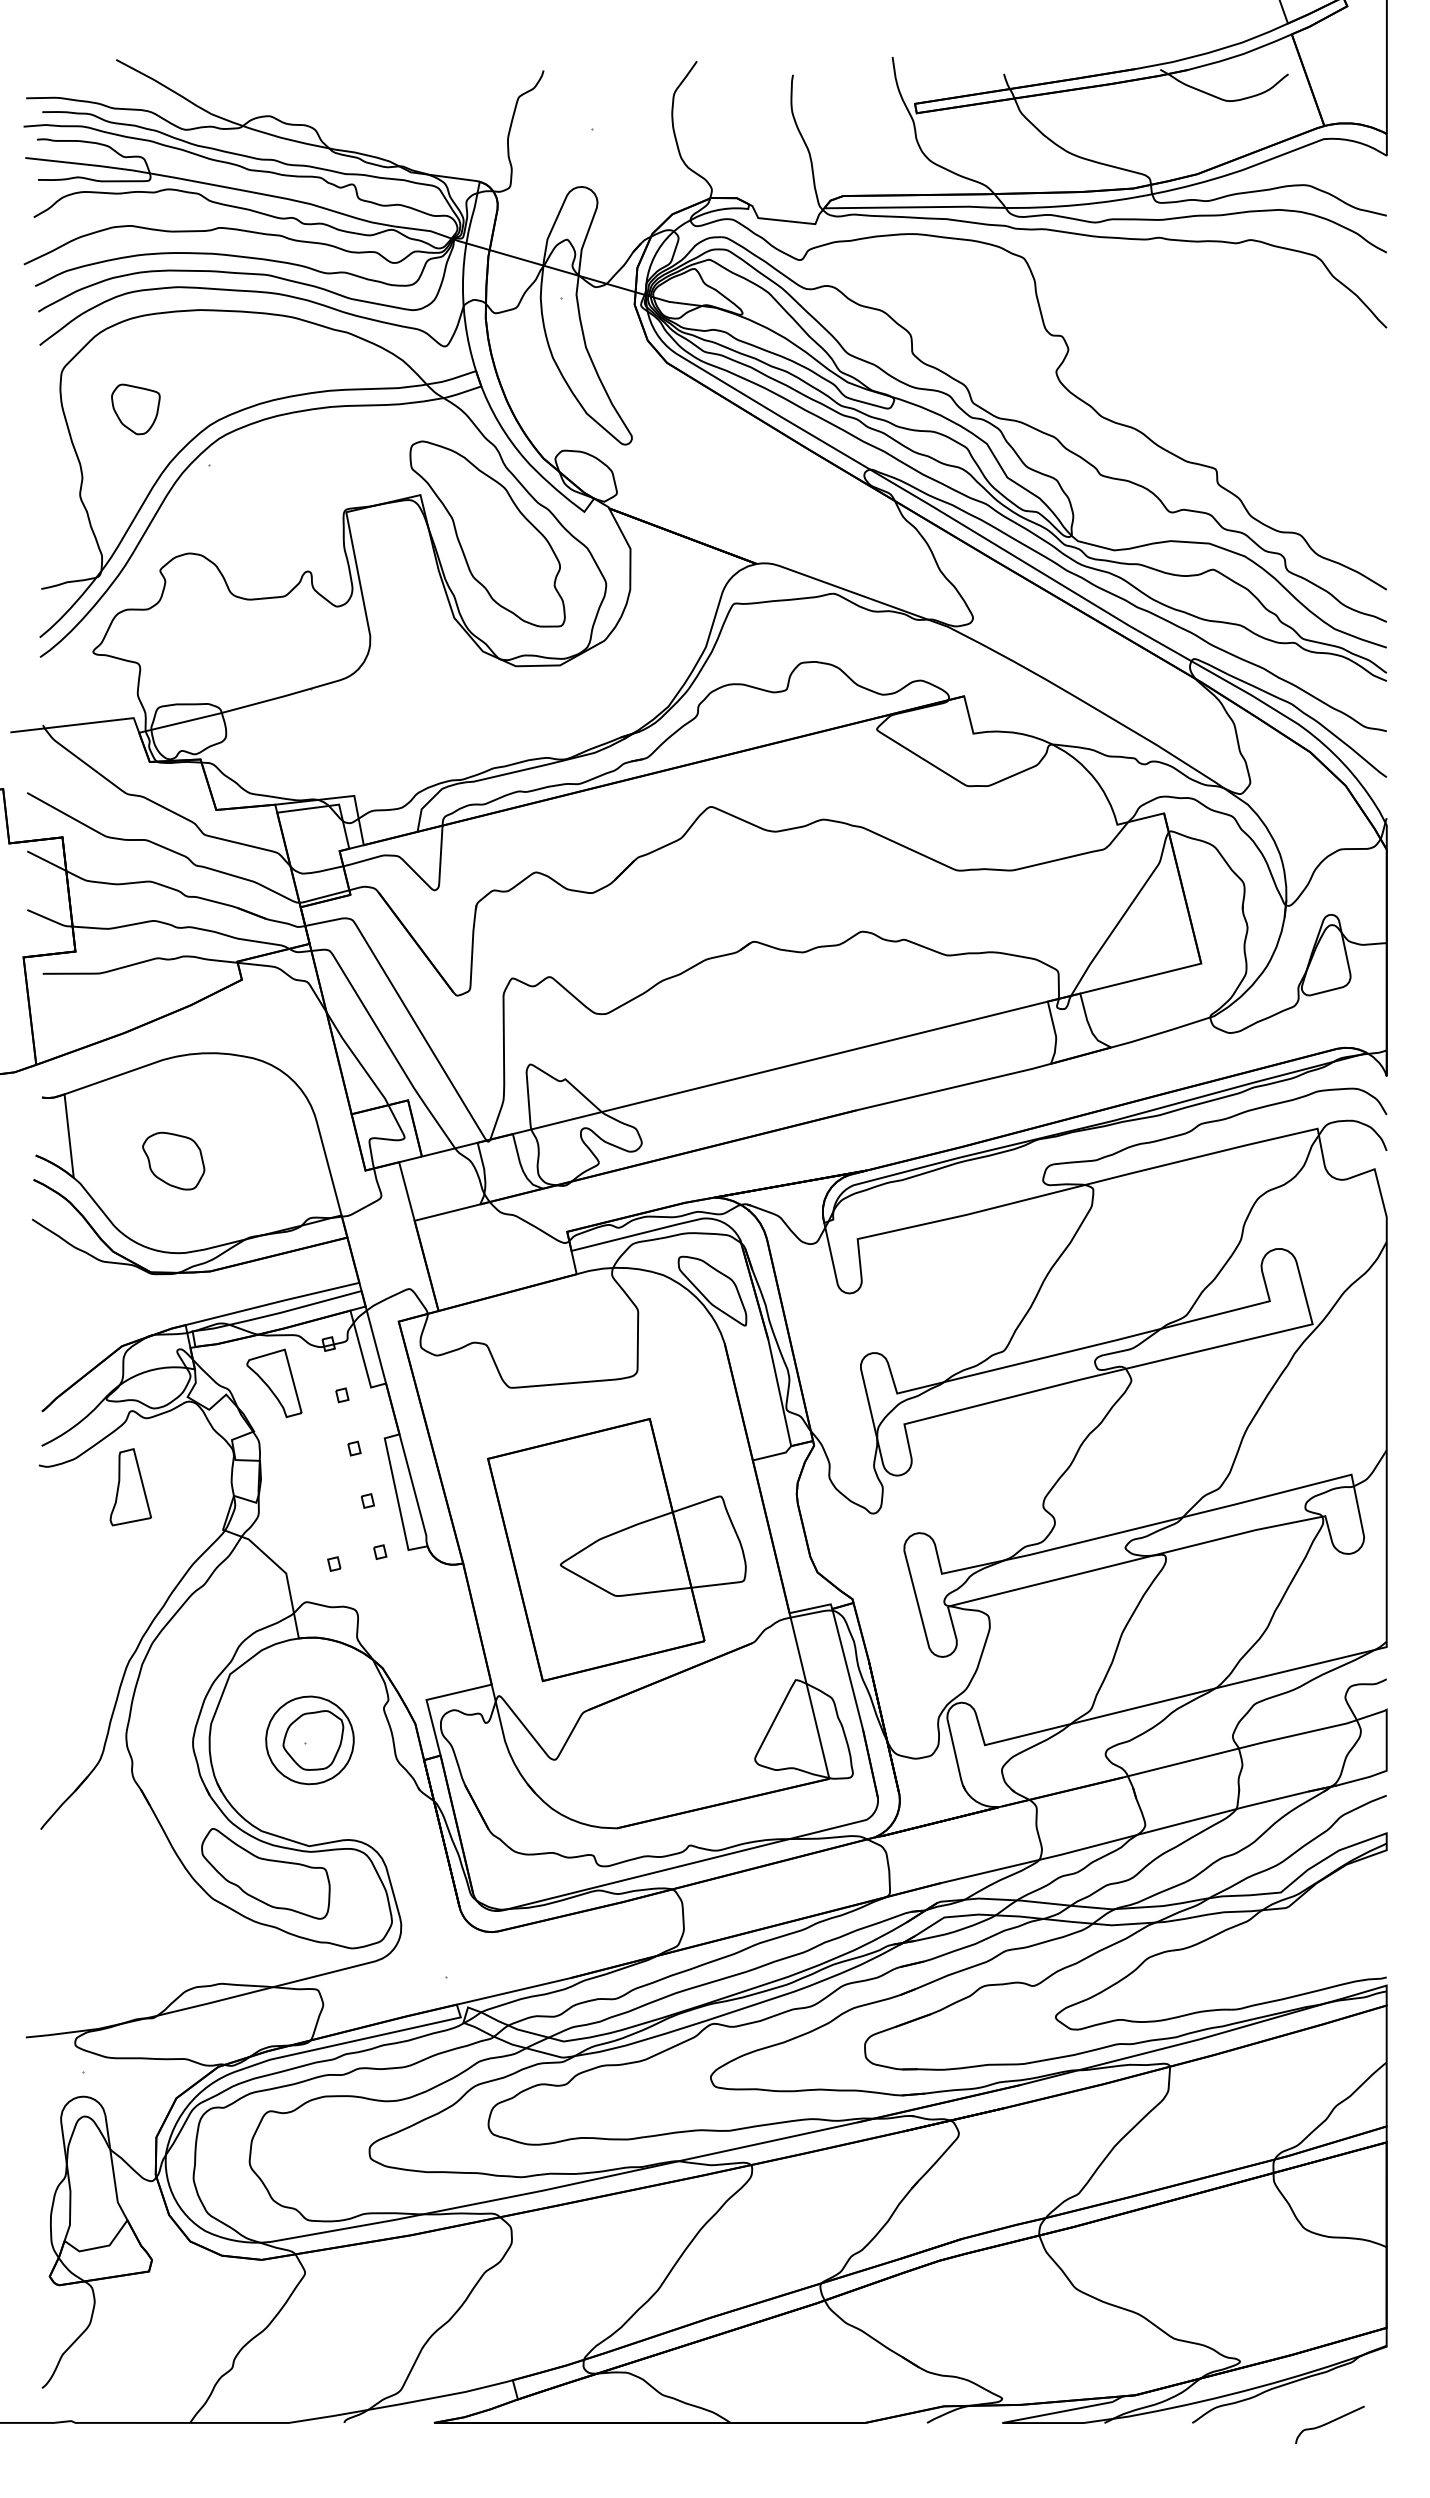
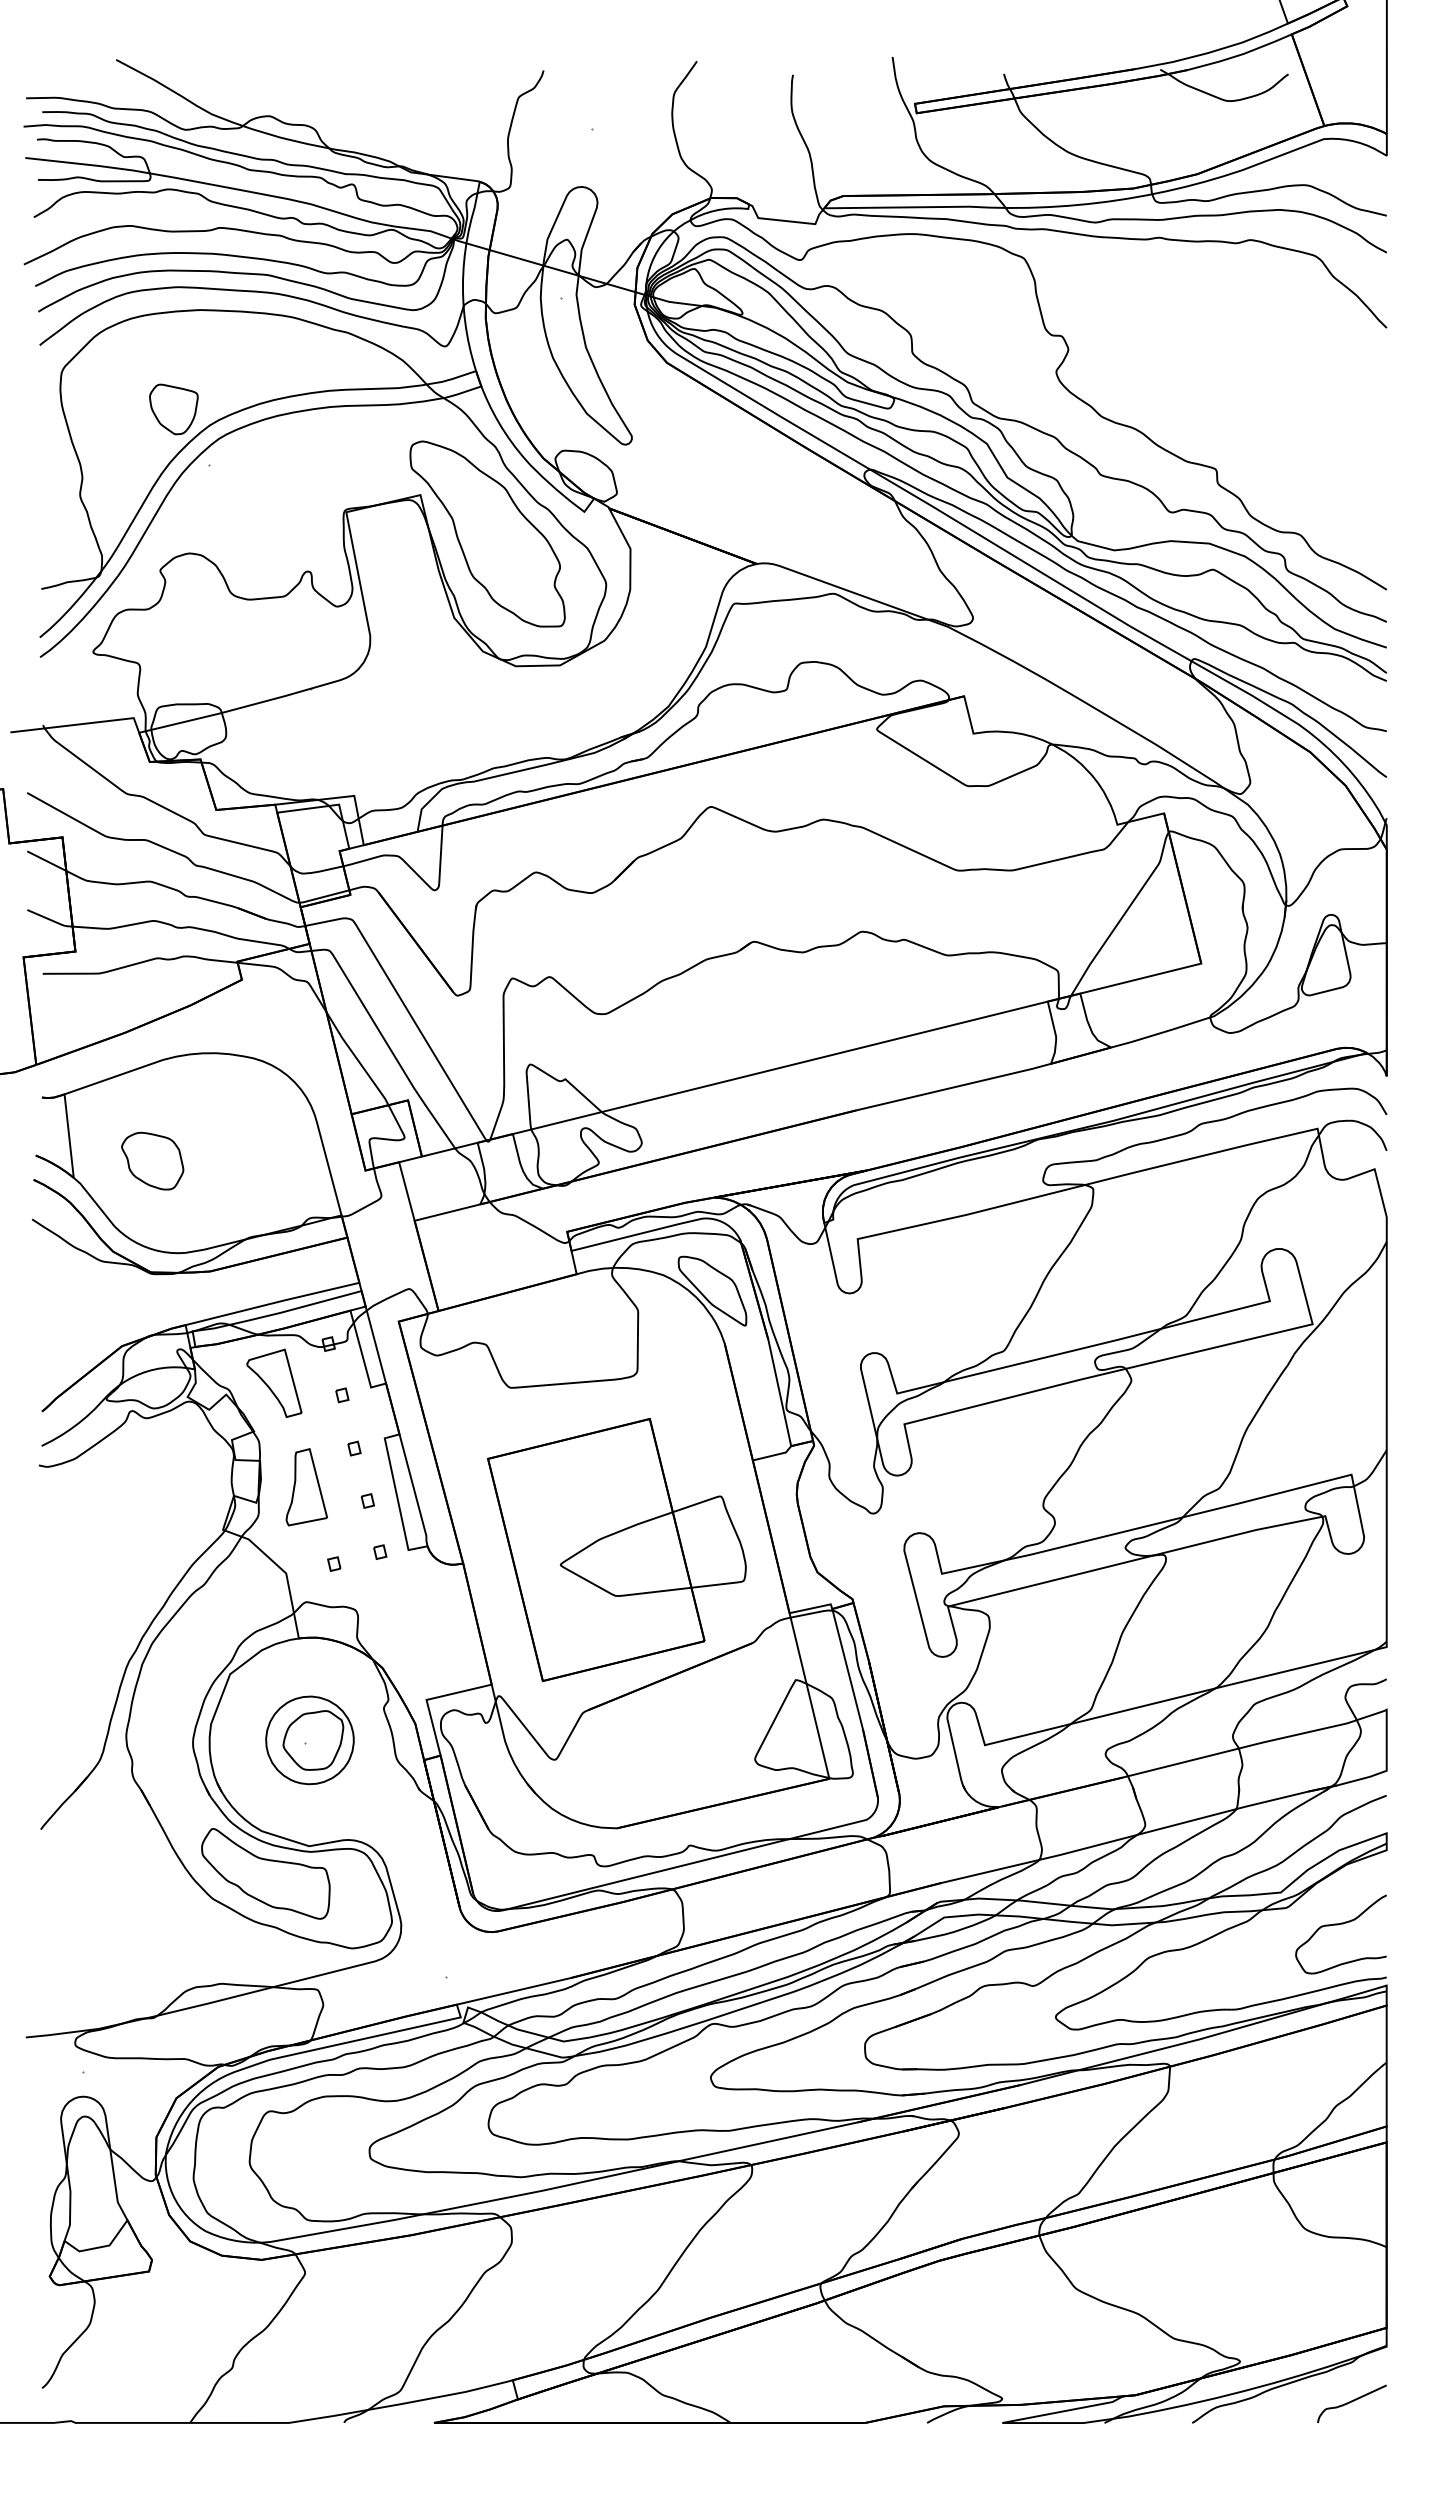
part at (135, 409) position: (135, 409) -> (173, 409)
part at (173, 1160) position: (173, 1160) -> (152, 1160)
part at (130, 1487) position: (130, 1487) -> (306, 1487)
curve at (1338, 1925): none -> present
curve at (1329, 2423) position: (1329, 2423) -> (1351, 2402)
